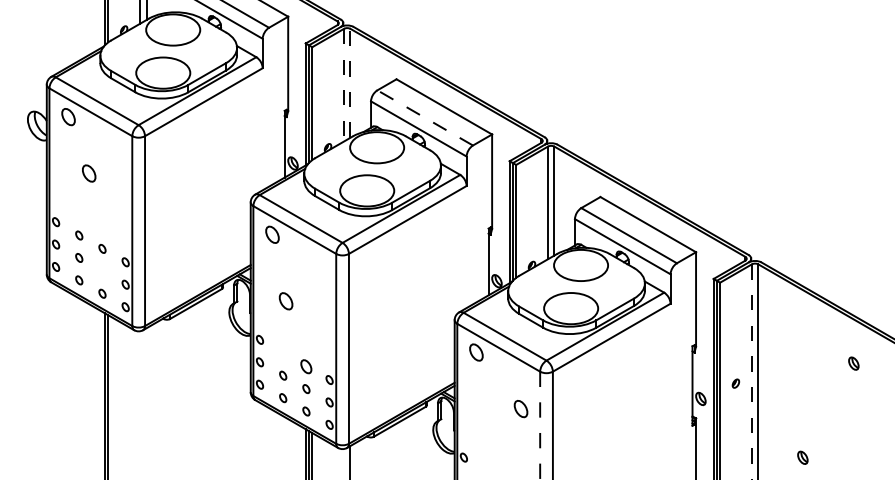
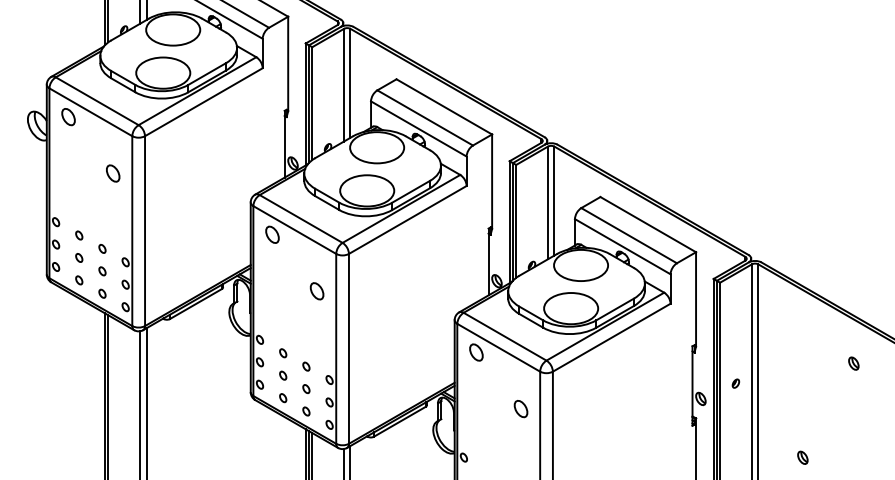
line at (350, 82): dashed -> solid
line at (344, 85): dashed -> solid
line at (424, 117): dashed -> solid
part at (89, 173) position: (89, 173) -> (113, 173)
part at (102, 271): none -> present
part at (285, 301) position: (285, 301) -> (316, 291)
part at (283, 353): none -> present
part at (306, 366) size: 13x16 px -> 9x11 px
line at (751, 372): dashed -> solid
line at (146, 402): none -> present
line at (140, 403): none -> present
line at (540, 425): dashed -> solid
line at (344, 462): none -> present
